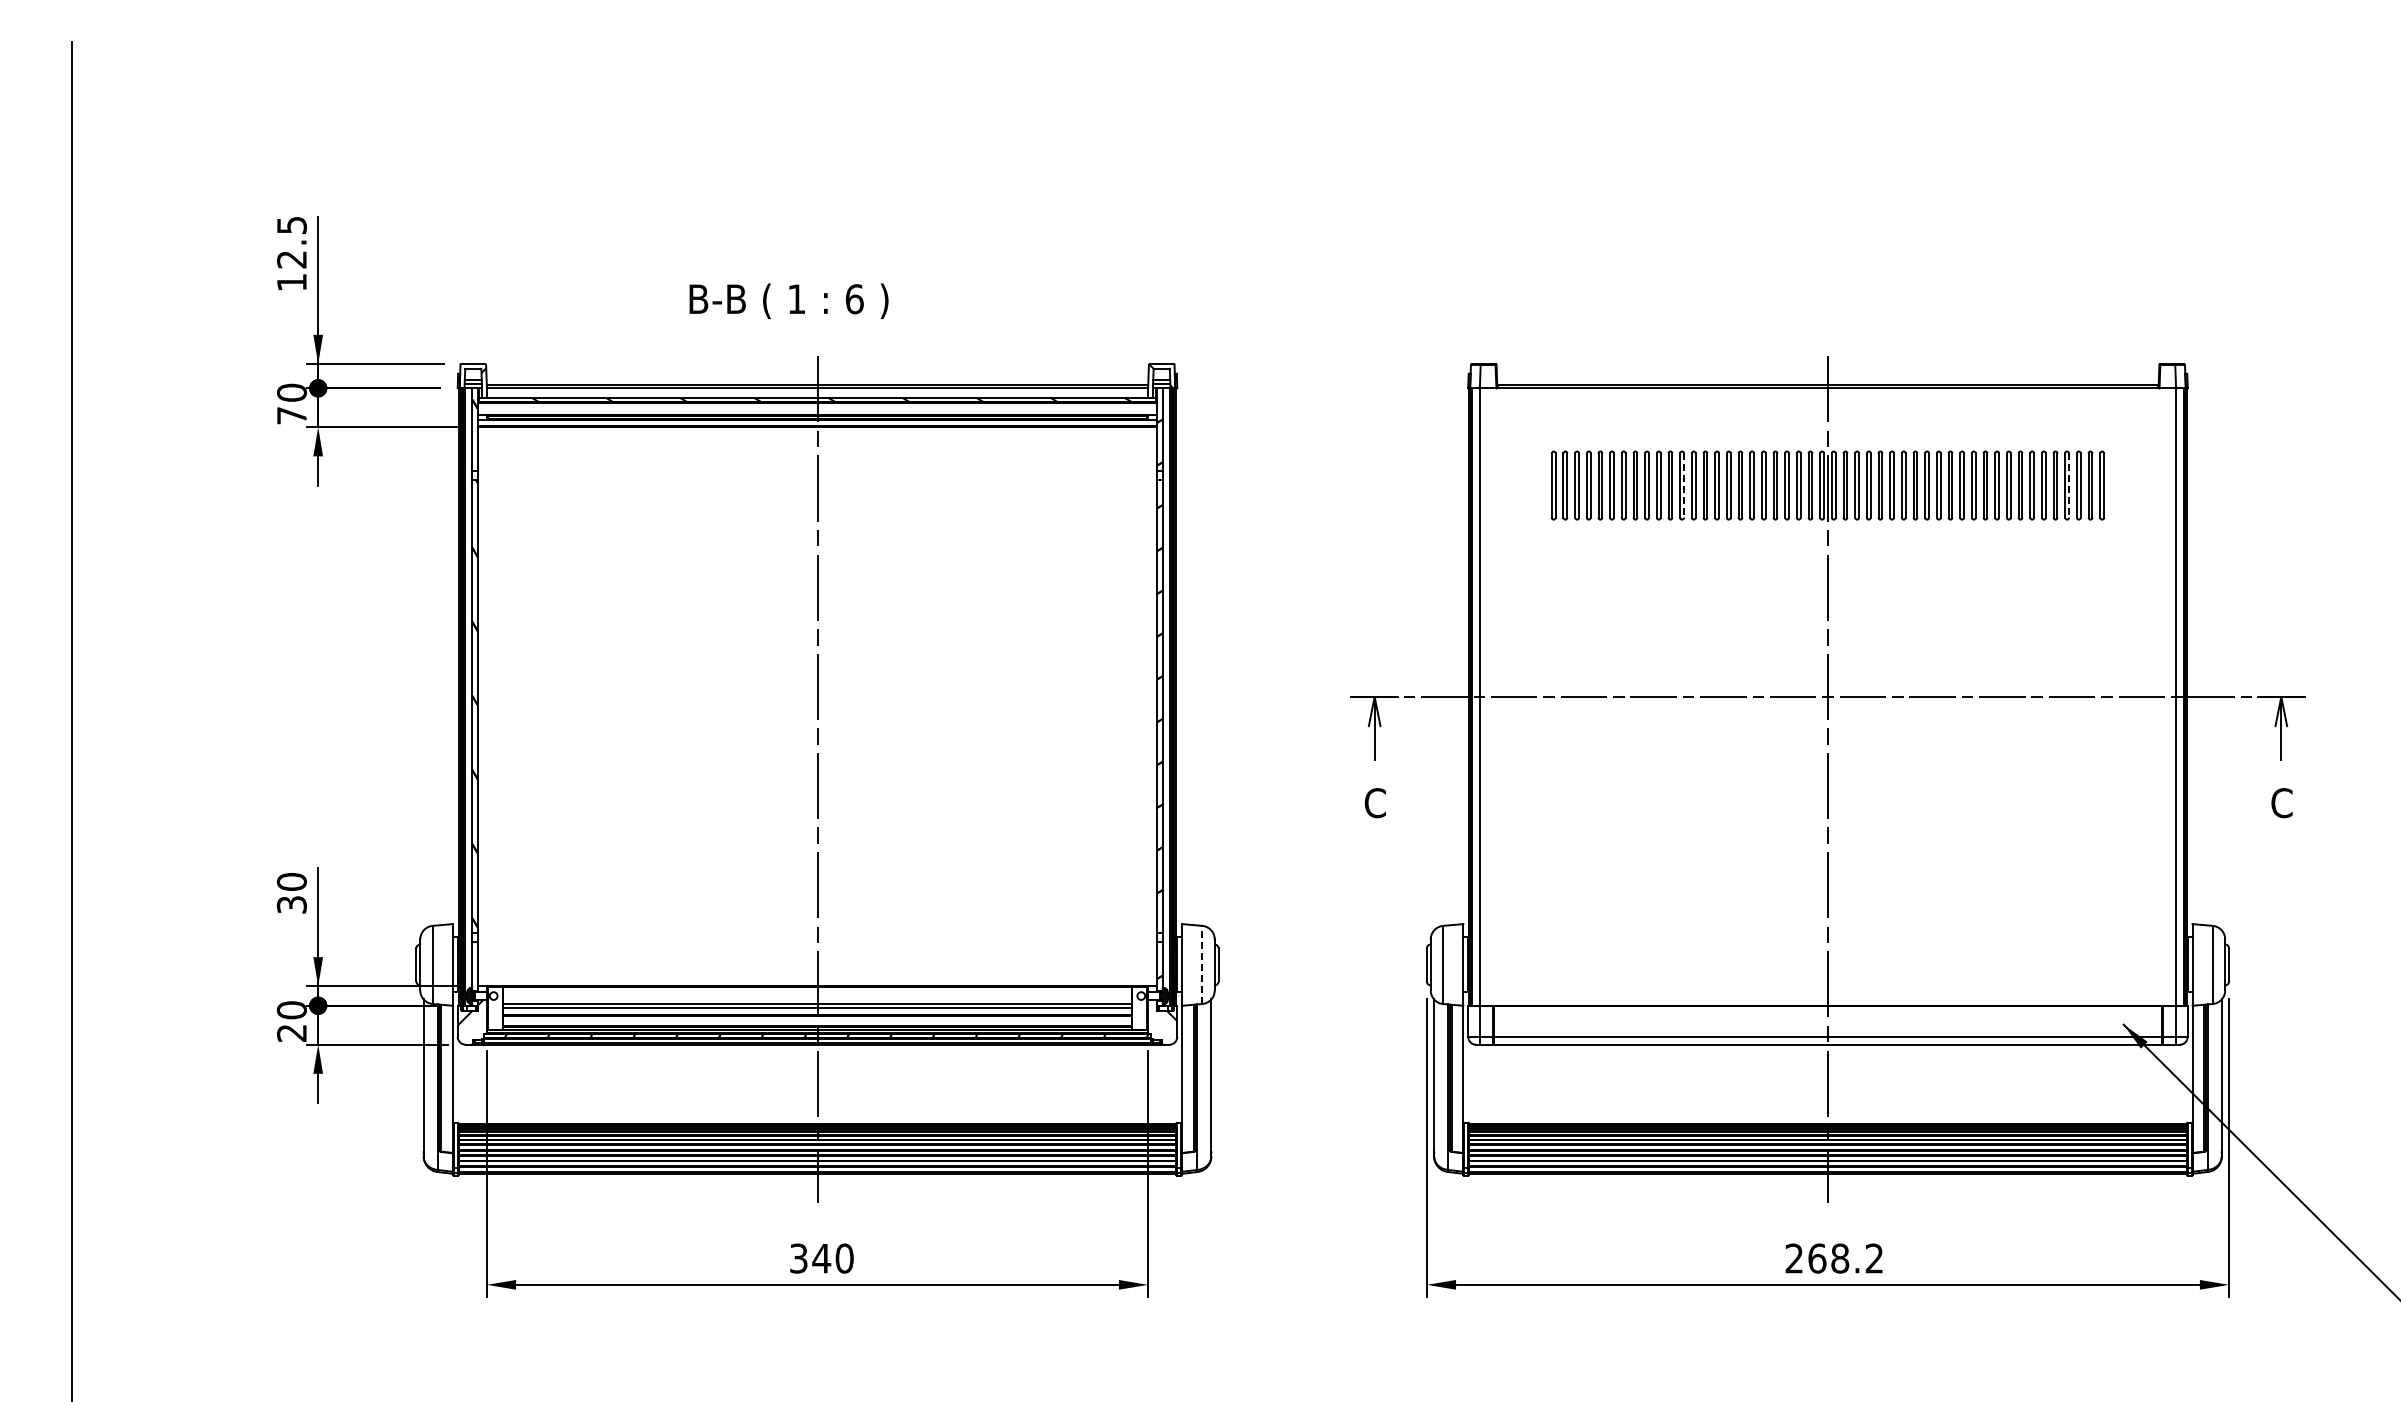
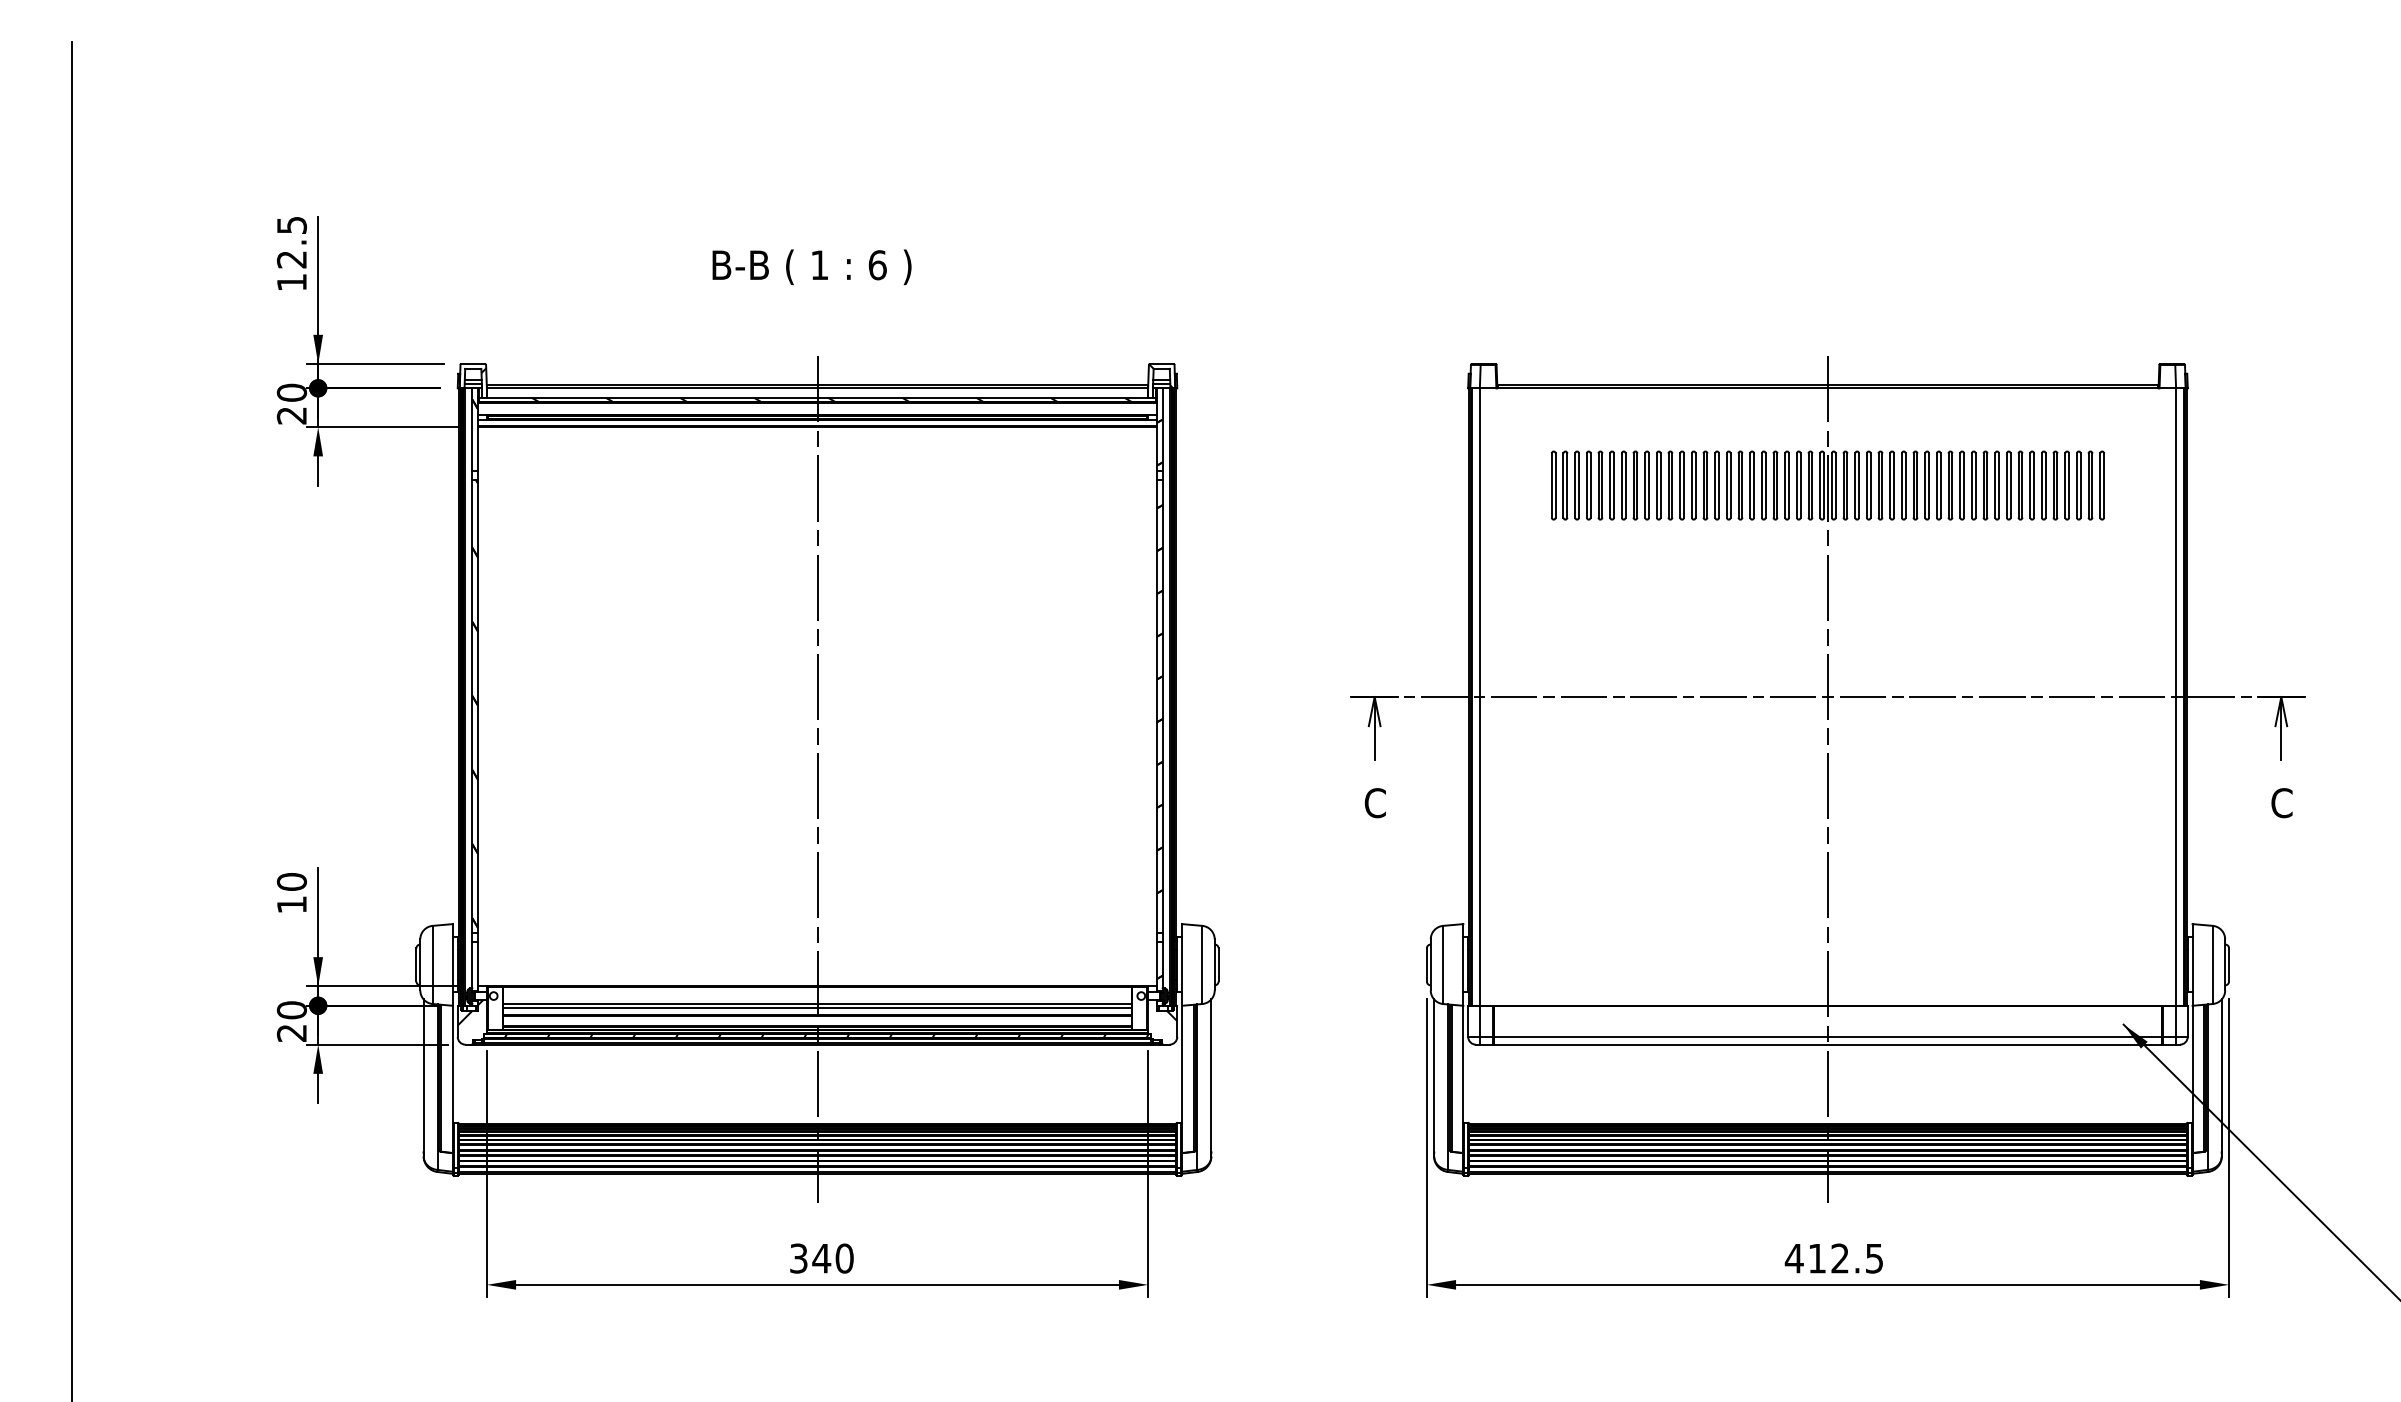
text at (788, 300) position: (788, 300) -> (811, 266)
text at (291, 415): 70 -> 20
line at (1684, 486): dashed -> solid
line at (2069, 486): dashed -> solid
text at (291, 904): 30 -> 10
line at (1202, 964): dashed -> solid
text at (1833, 1258): 268.2 -> 412.5
